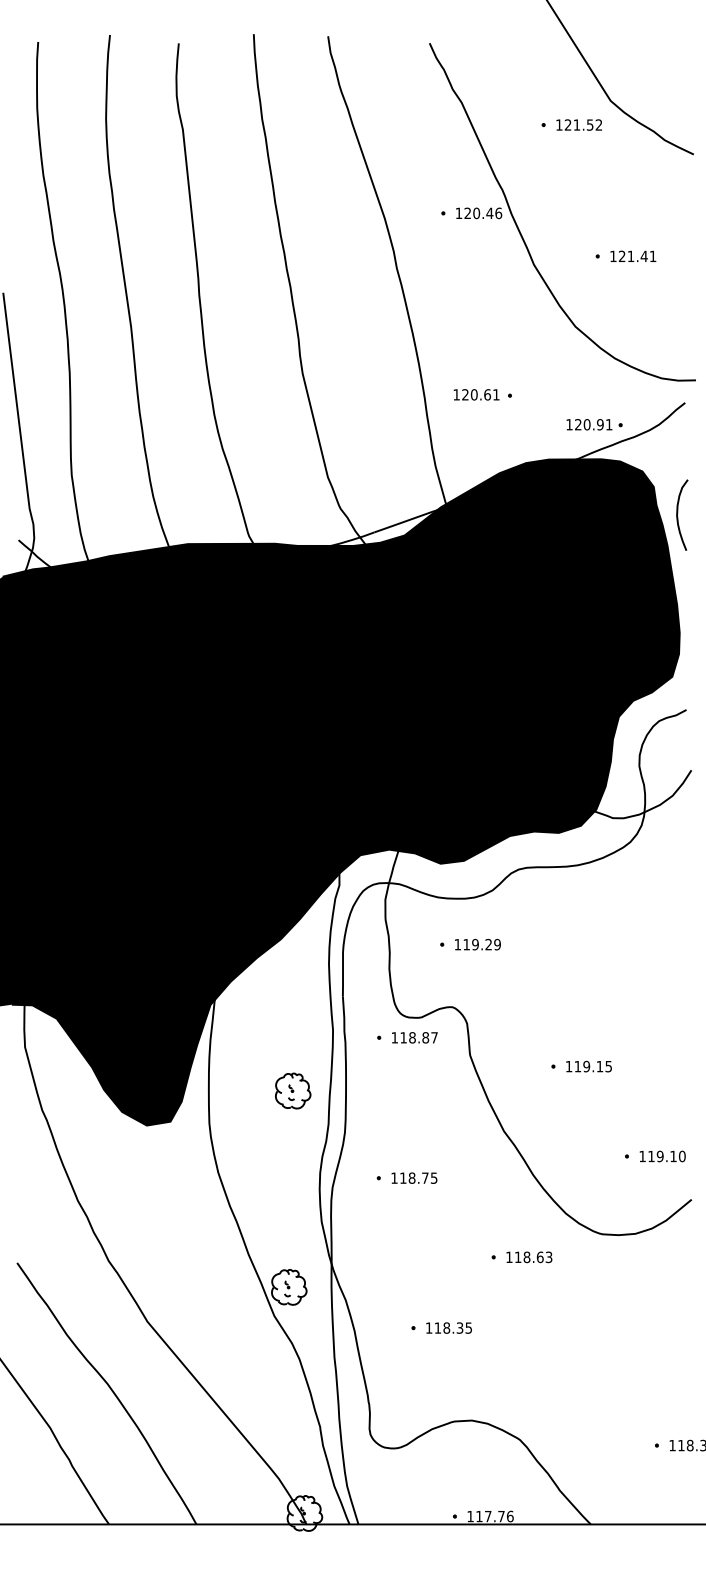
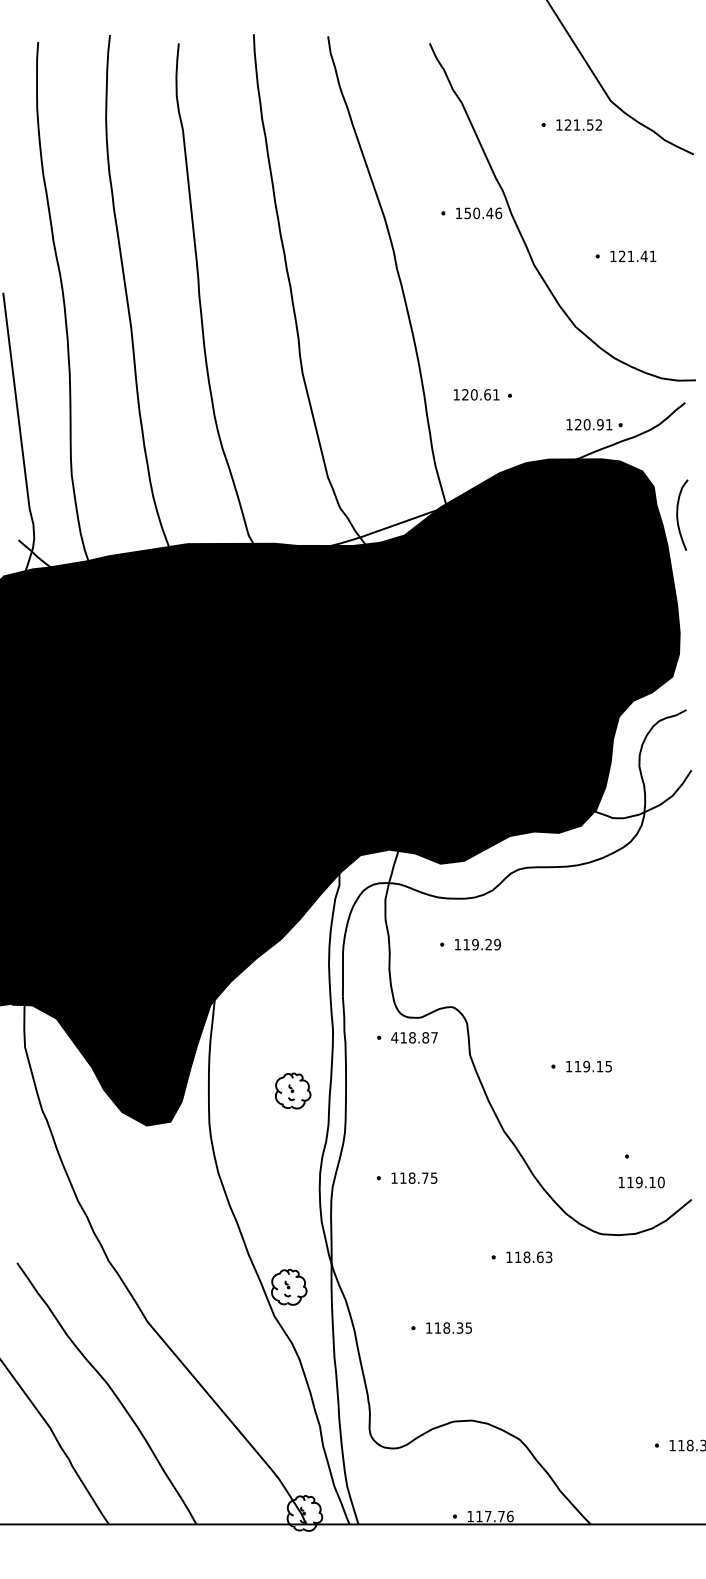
text at (467, 213): 120.46 -> 150.46
text at (394, 1037): 118.87 -> 418.87
text at (662, 1156) position: (662, 1156) -> (641, 1182)
